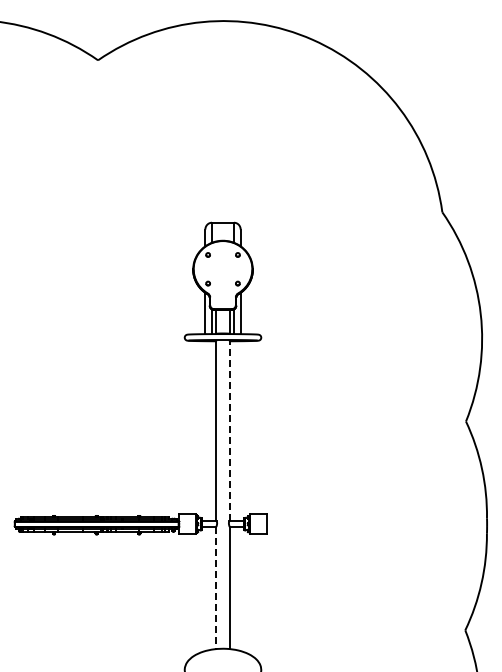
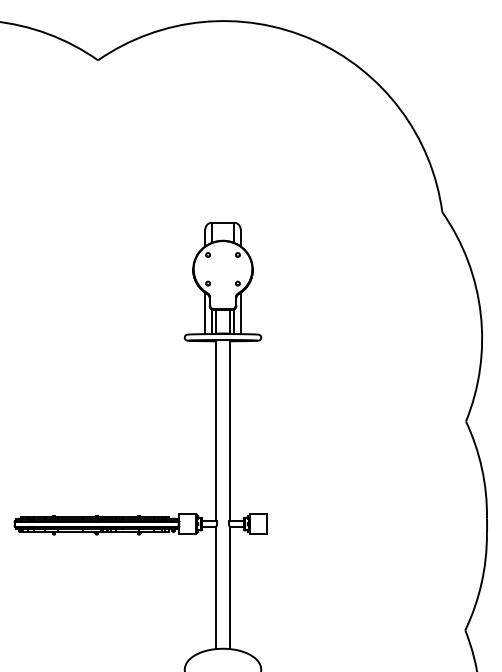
line at (229, 431): dashed -> solid
line at (216, 588): dashed -> solid
